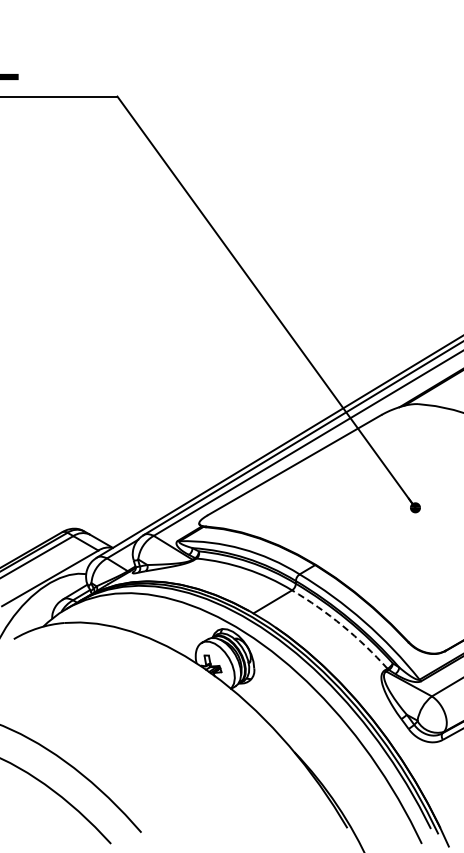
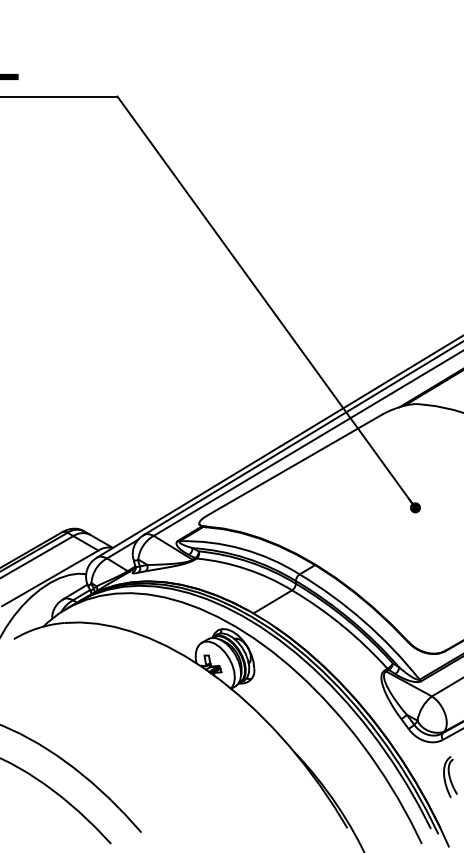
arc at (342, 625): dashed -> solid
part at (450, 776): none -> present
